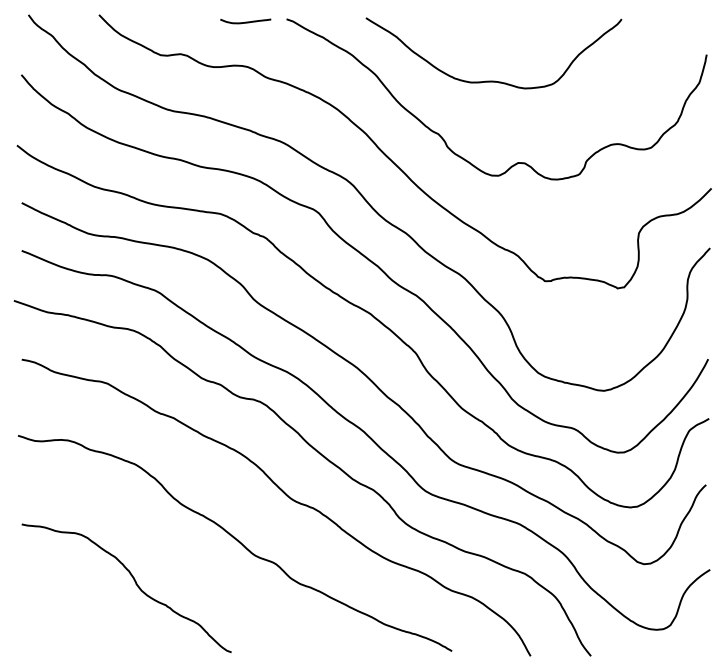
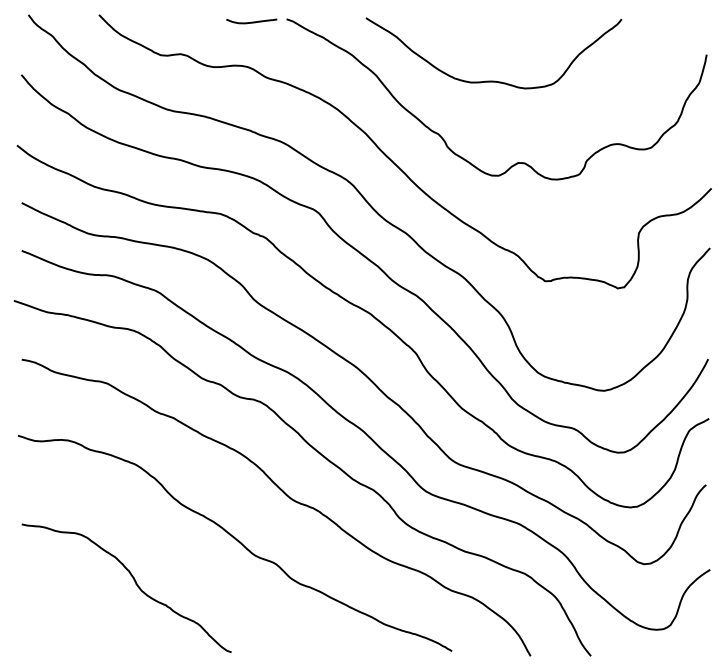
curve at (245, 21) position: (245, 21) -> (251, 21)
